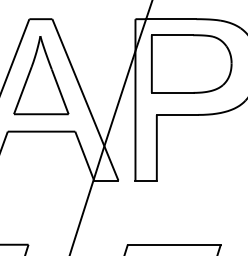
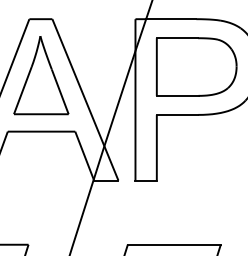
part at (191, 63) position: (191, 63) -> (196, 66)
